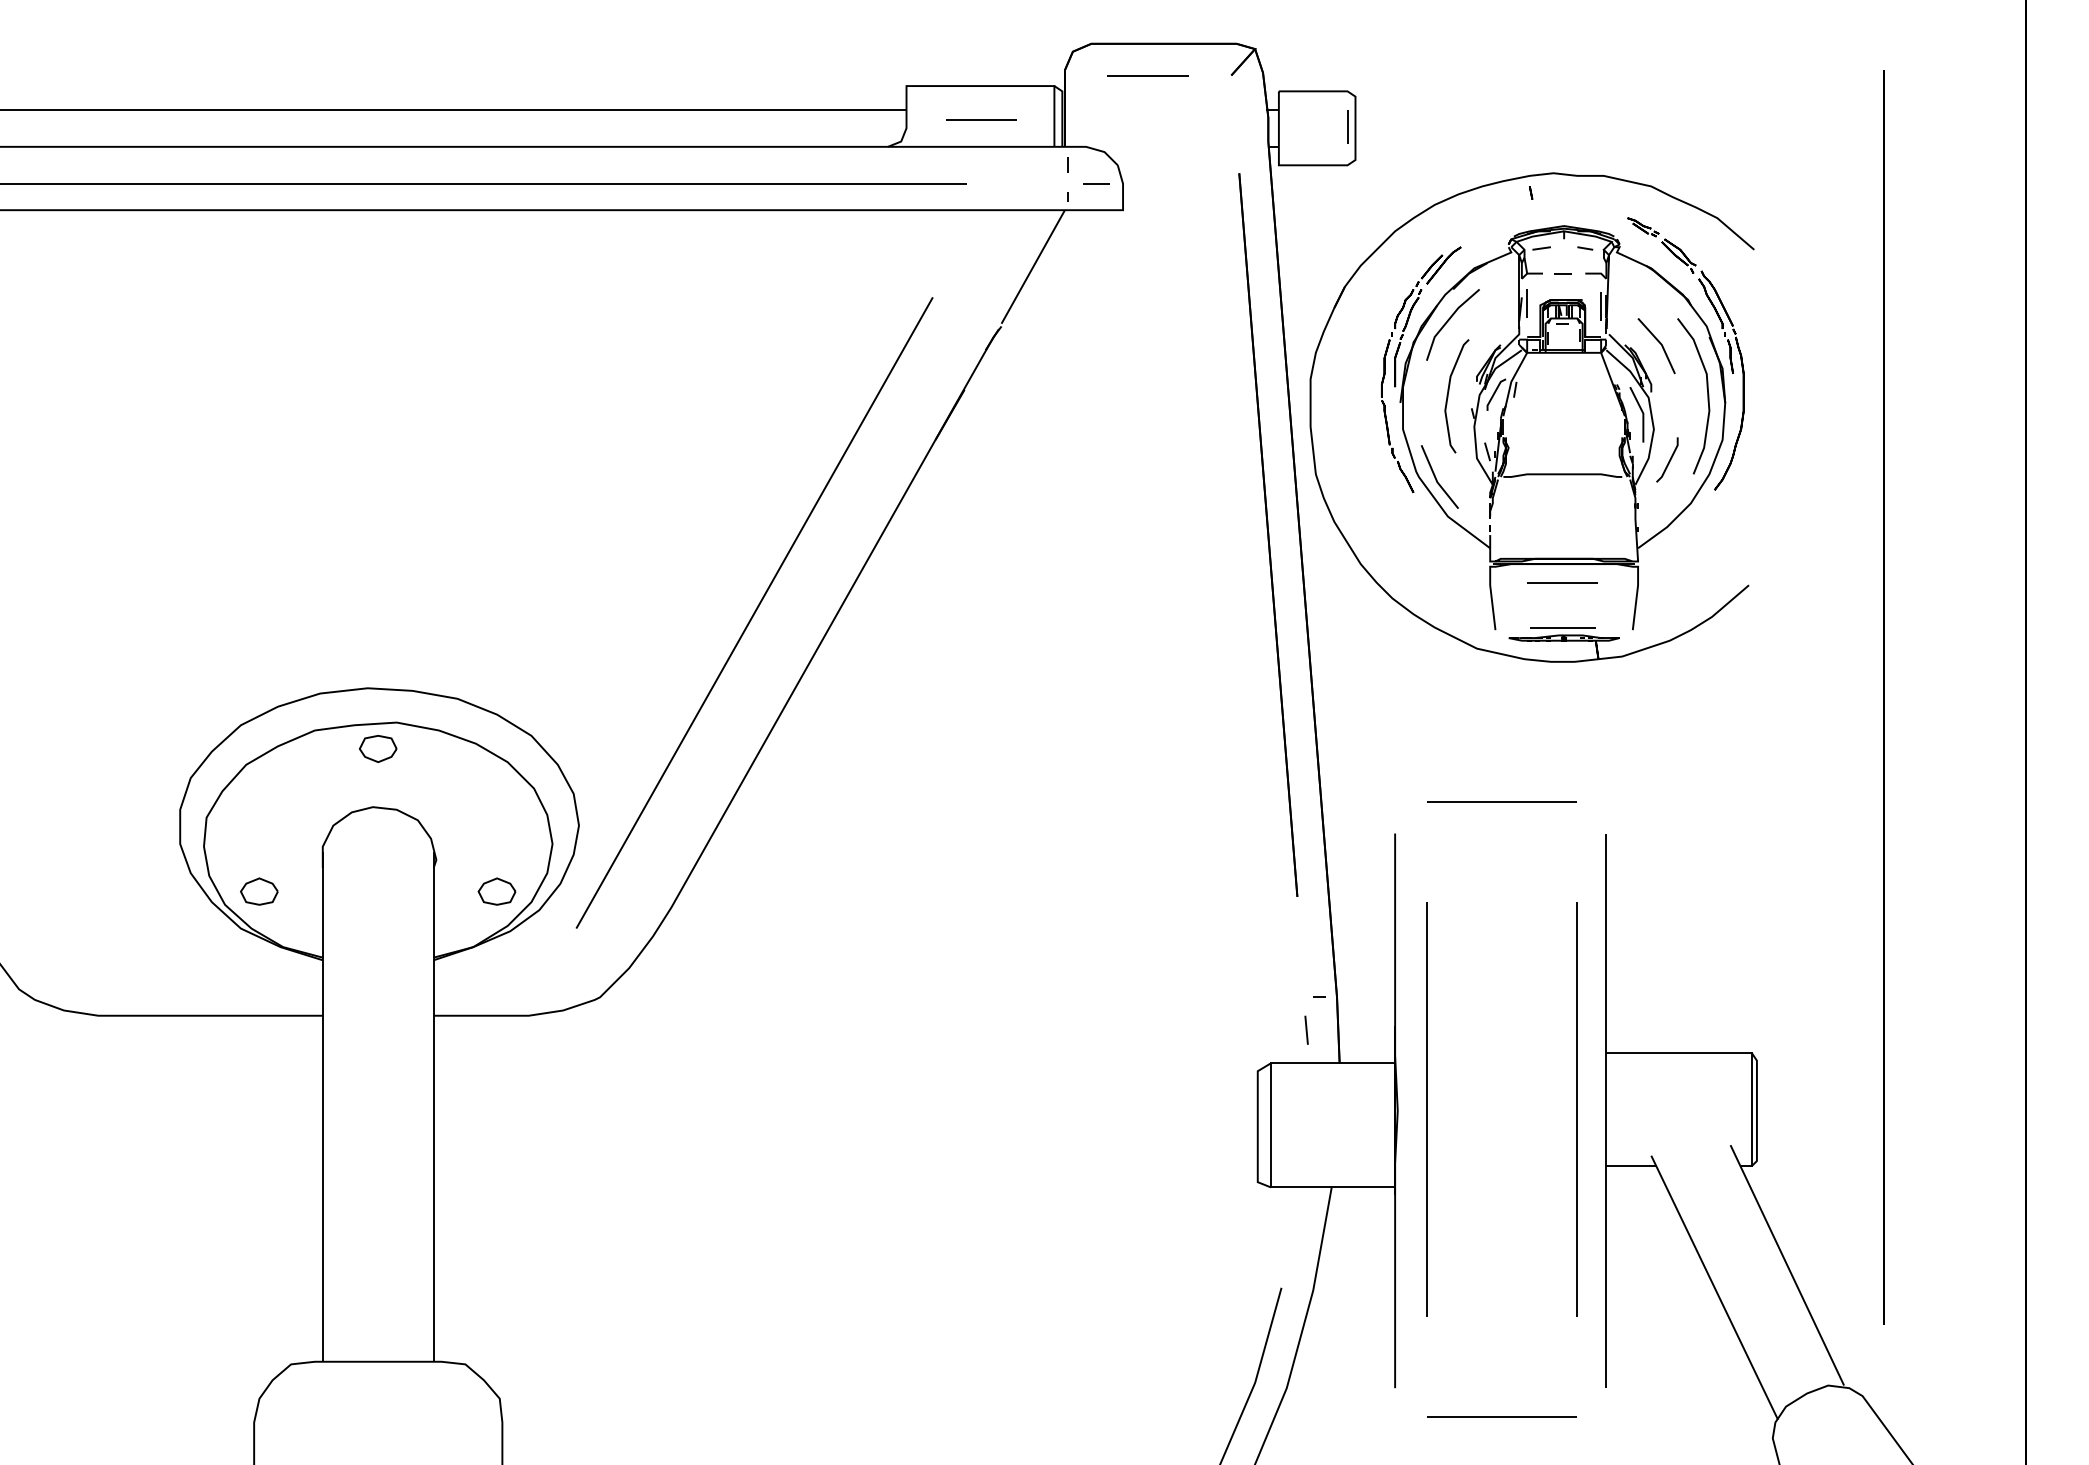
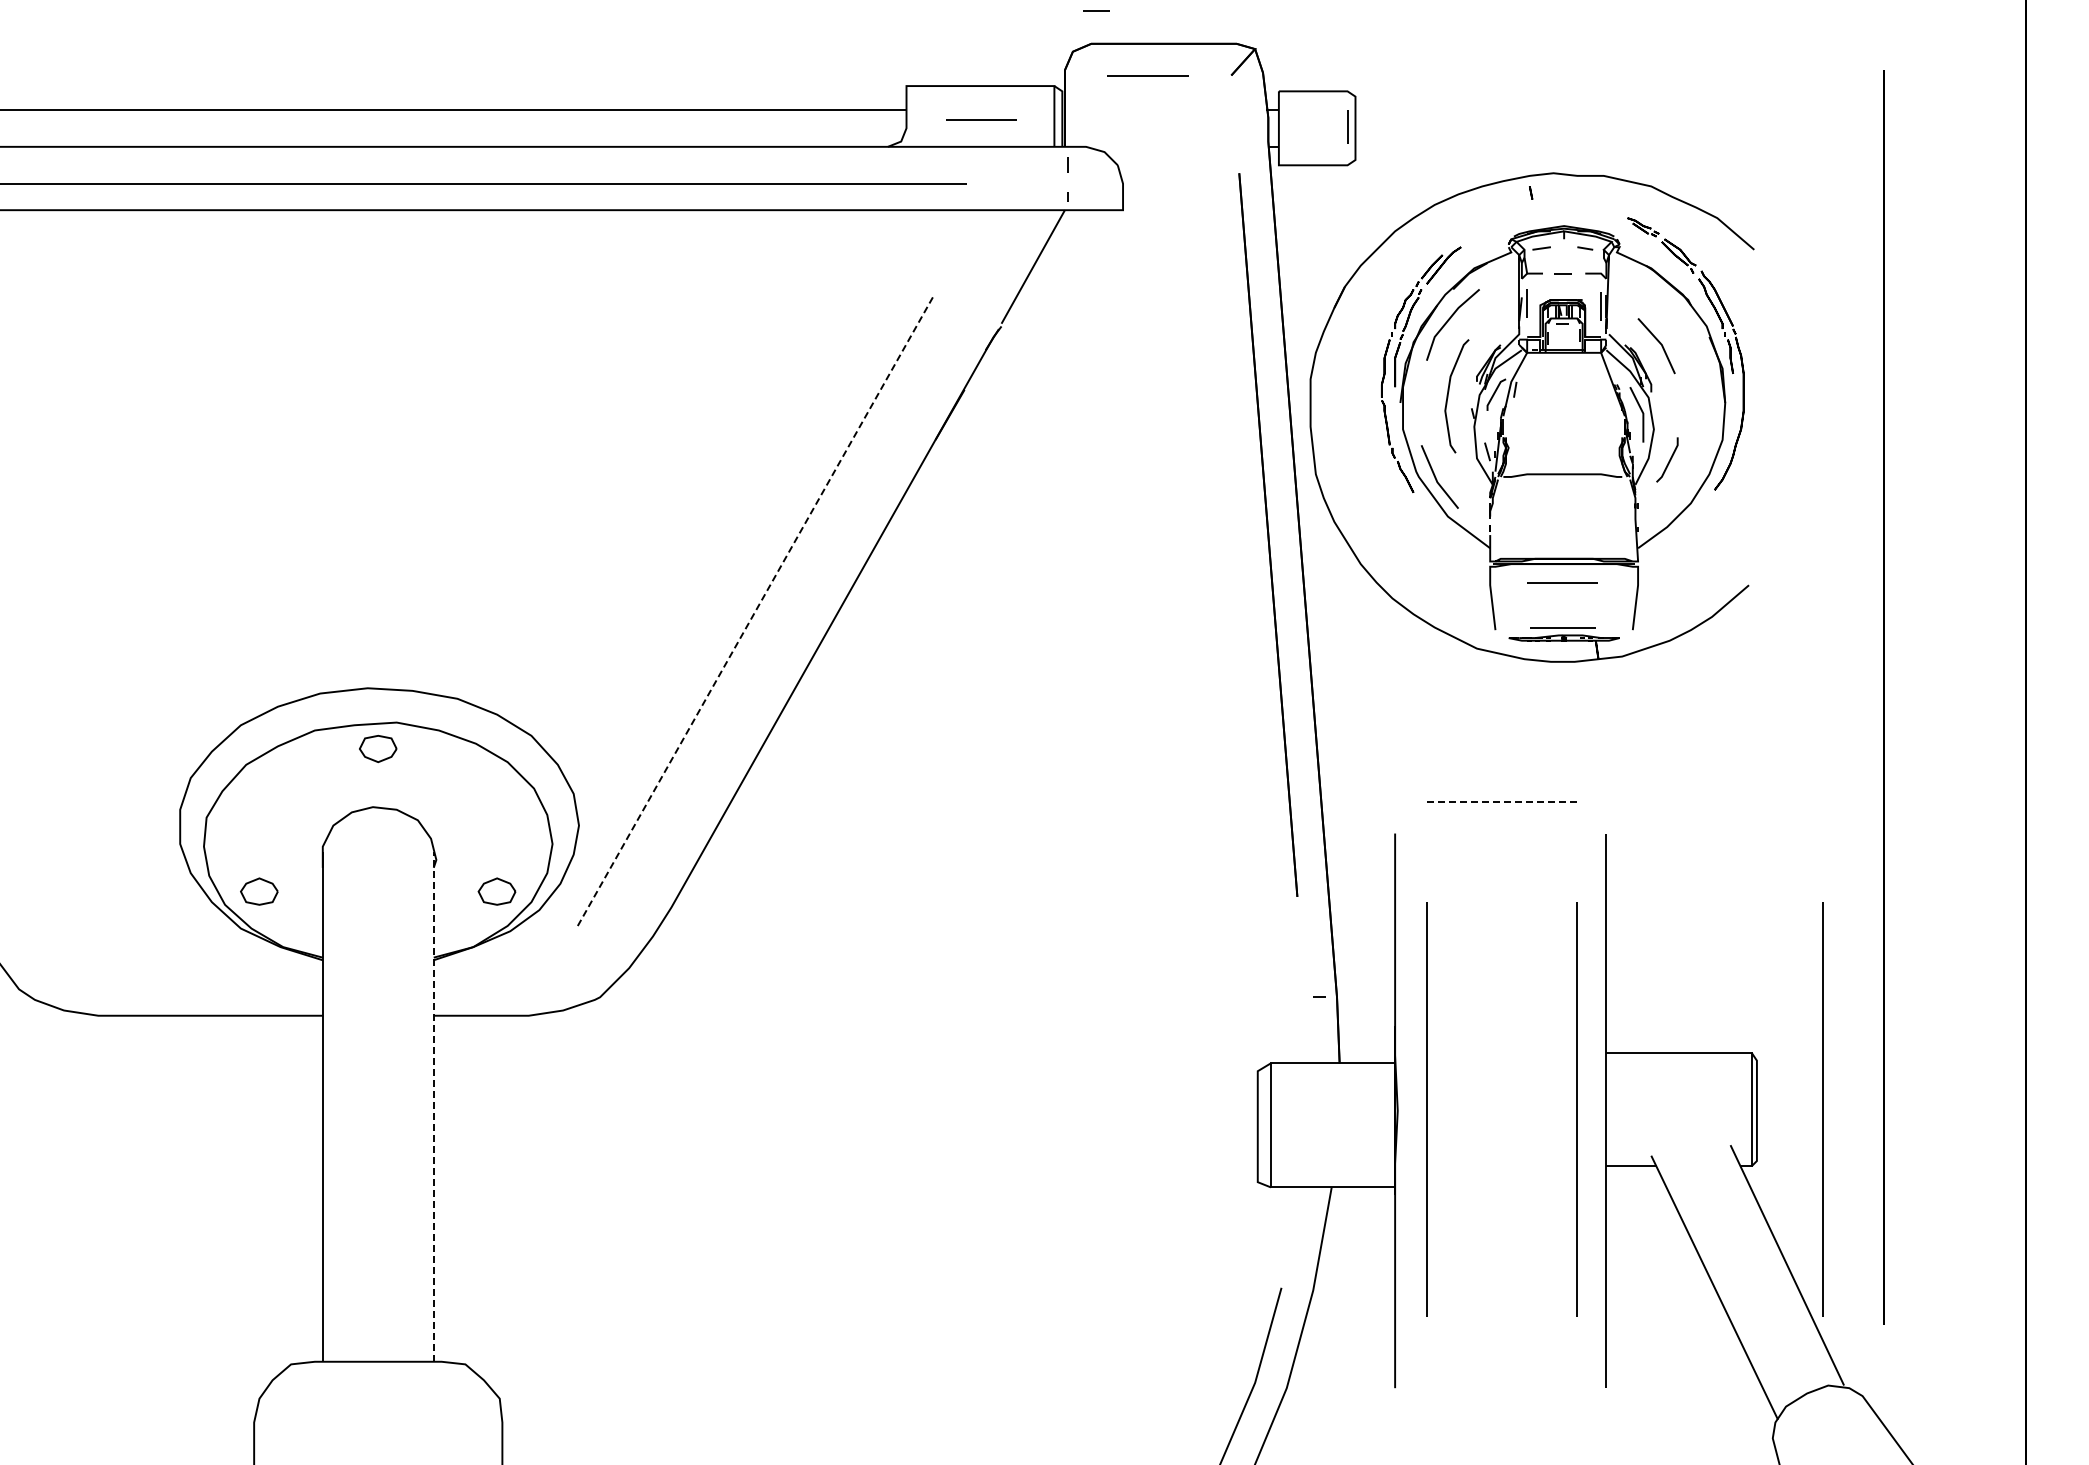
line at (1096, 183) position: (1096, 183) -> (1096, 10)
curve at (1707, 396): present -> none
line at (754, 613): solid -> dashed
line at (1501, 801): solid -> dashed
line at (1306, 1029): present -> none
line at (433, 1106): solid -> dashed
line at (1822, 1109): none -> present
line at (1501, 1416): present -> none
